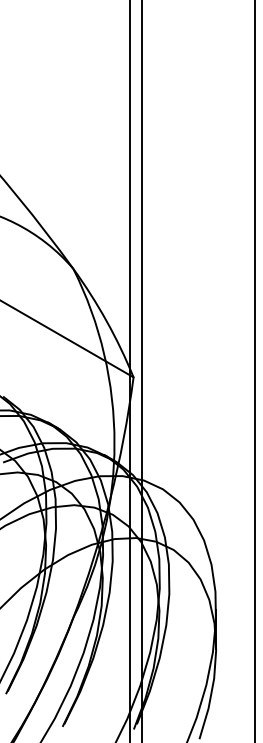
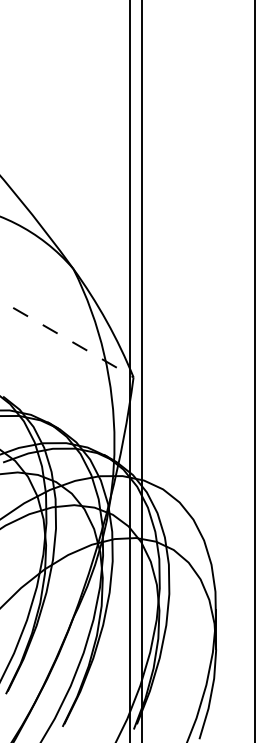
line at (67, 339): solid -> dashed
